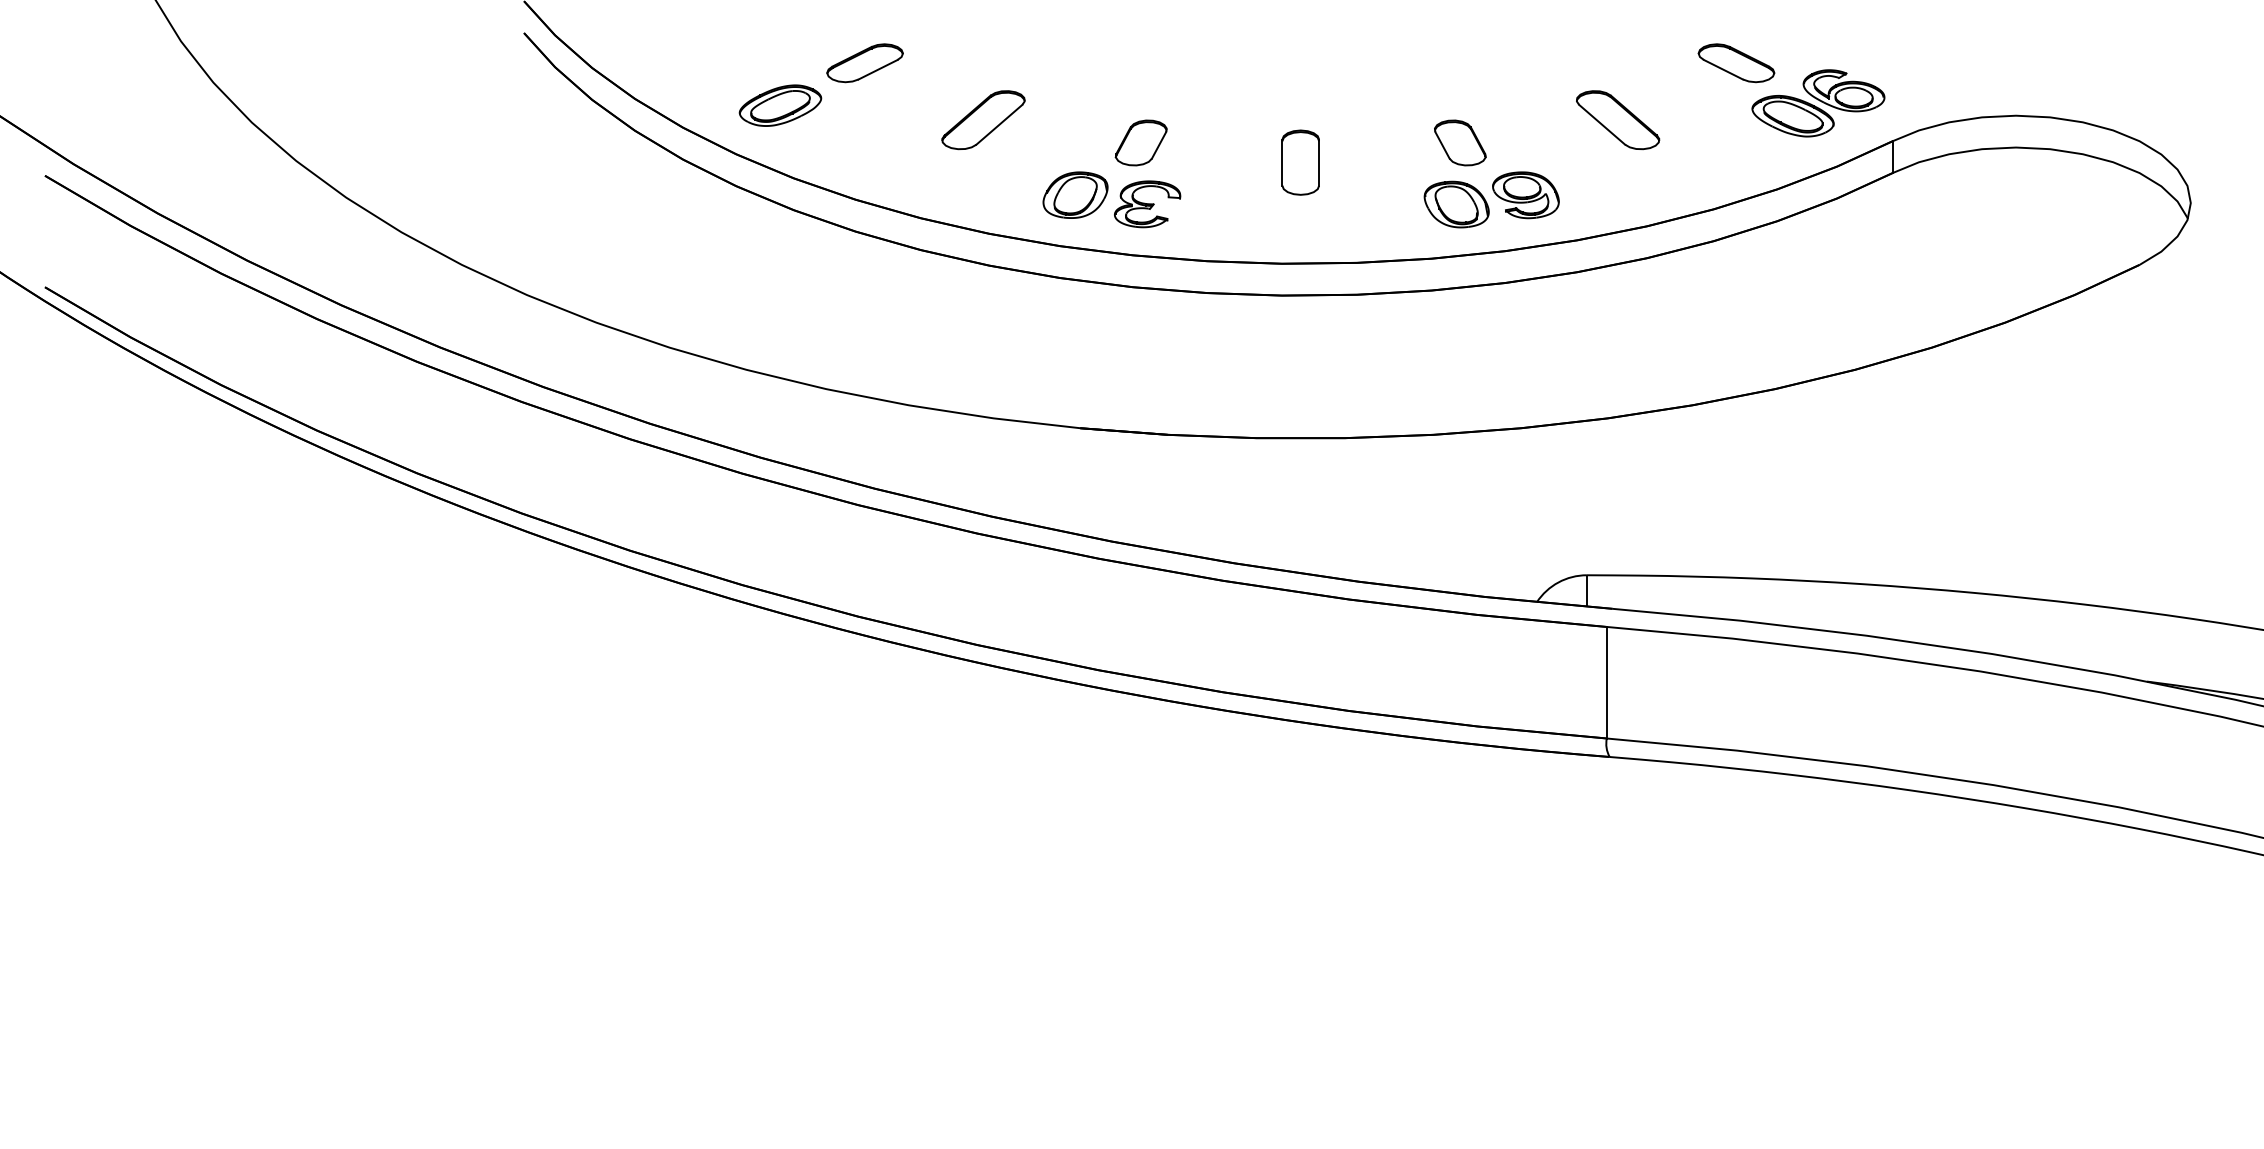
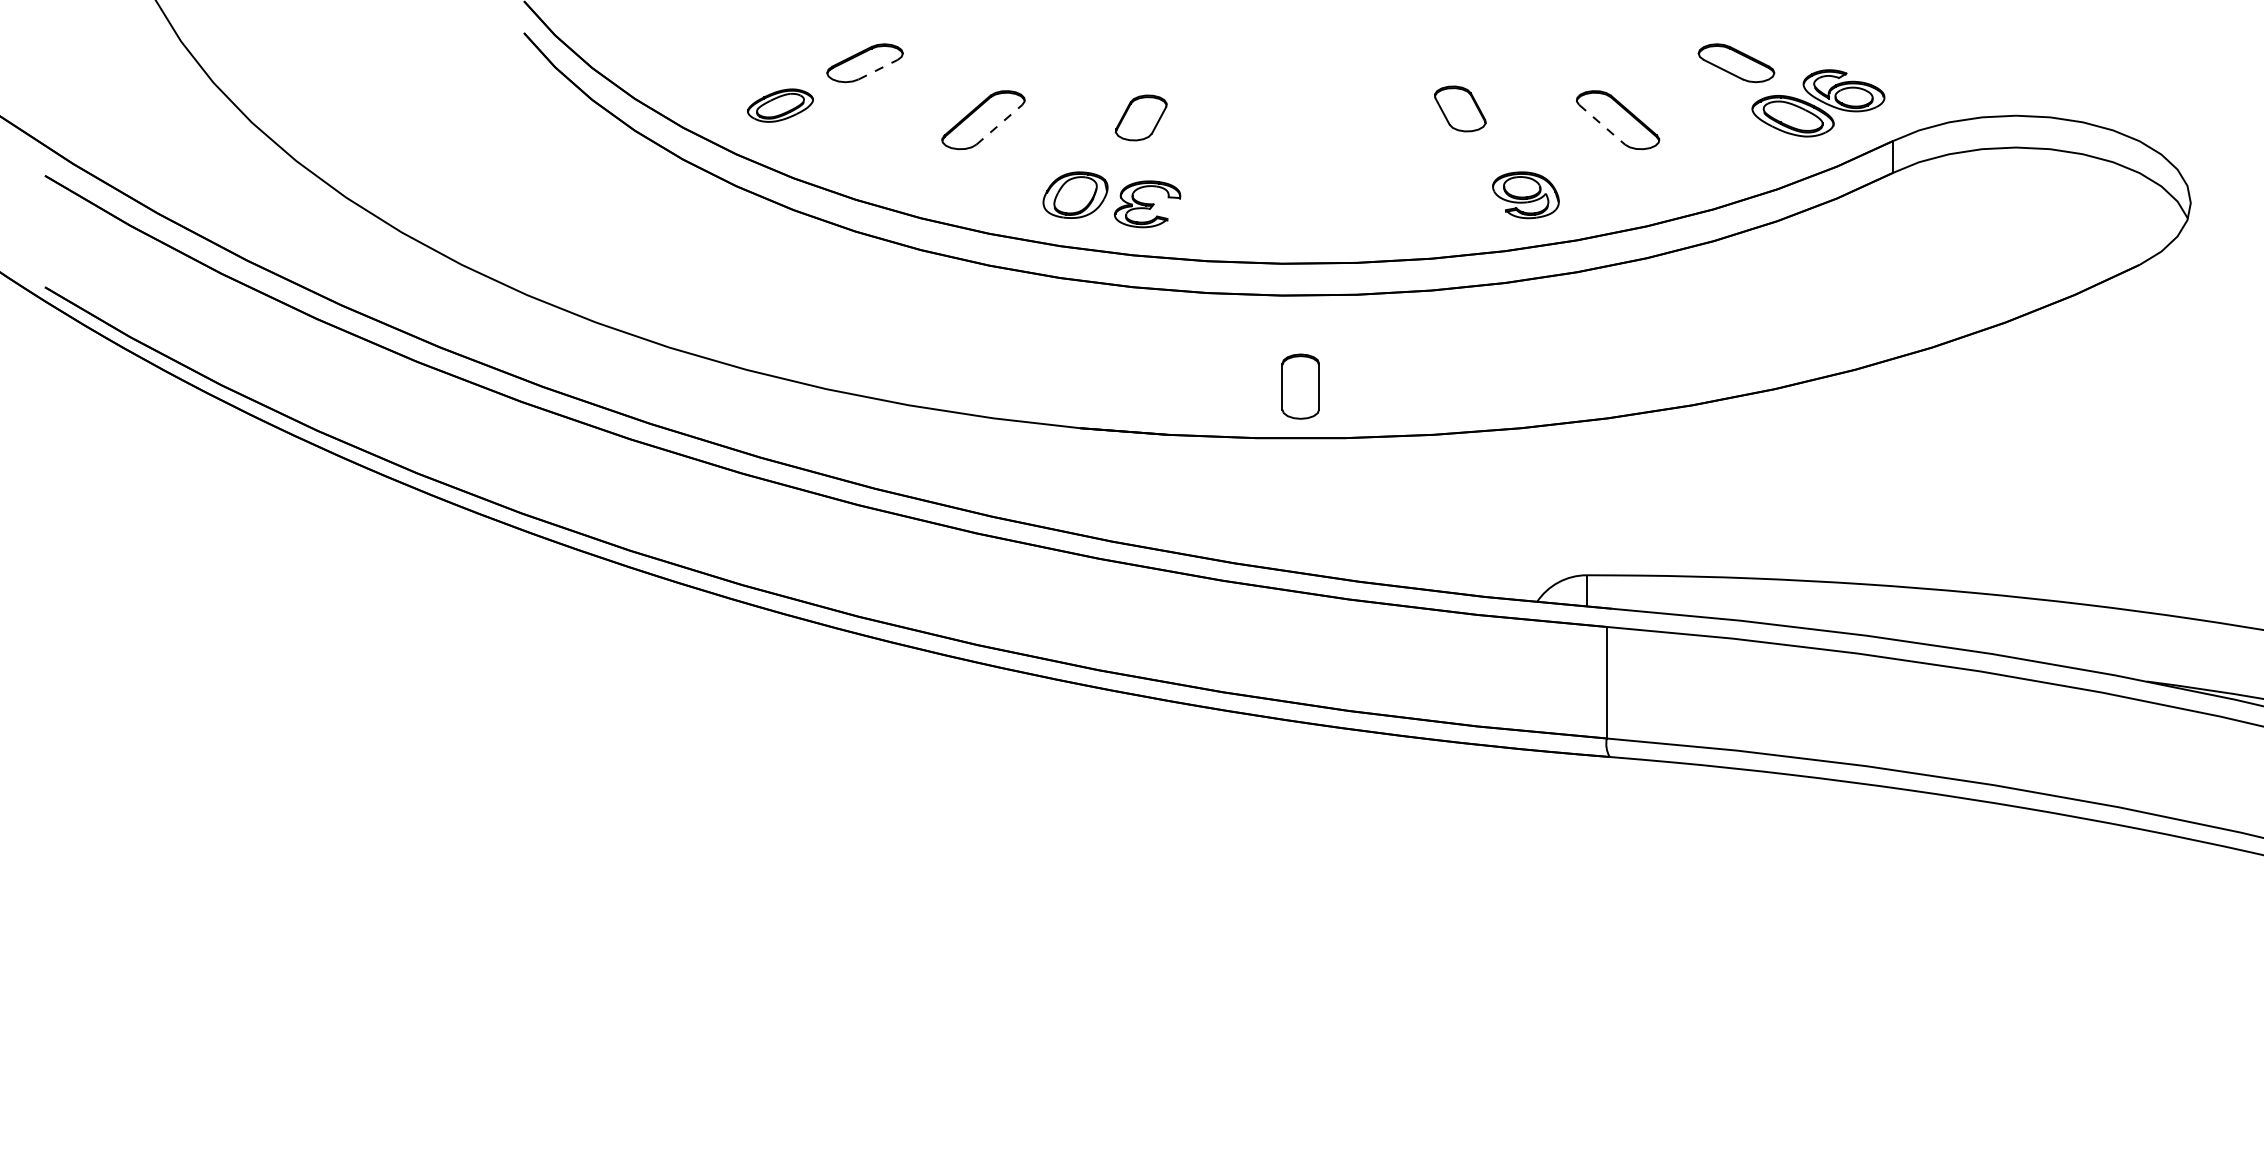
line at (878, 69): solid -> dashed
part at (780, 105) size: 85x43 px -> 67x35 px
line at (999, 124): solid -> dashed
line at (1602, 125): solid -> dashed
part at (1140, 142) position: (1140, 142) -> (1140, 117)
part at (1460, 142) position: (1460, 142) -> (1460, 108)
part at (1300, 162) position: (1300, 162) -> (1300, 386)
part at (1456, 204): present -> none
